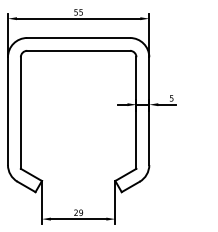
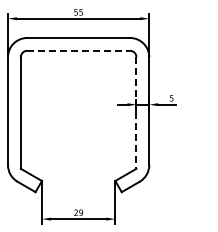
line at (79, 50): solid -> dashed
line at (136, 113): solid -> dashed
